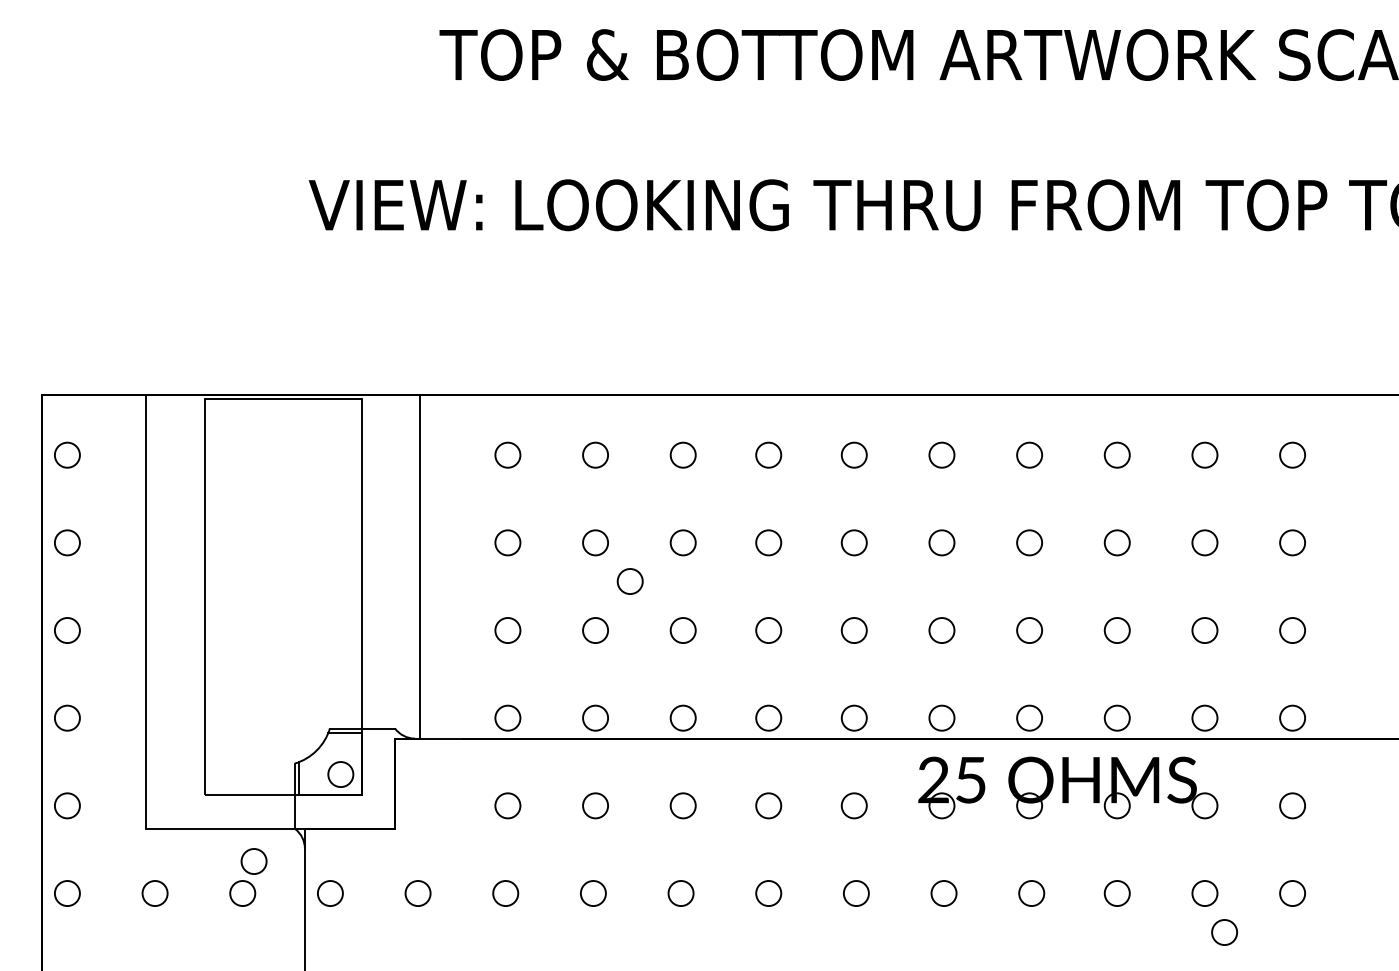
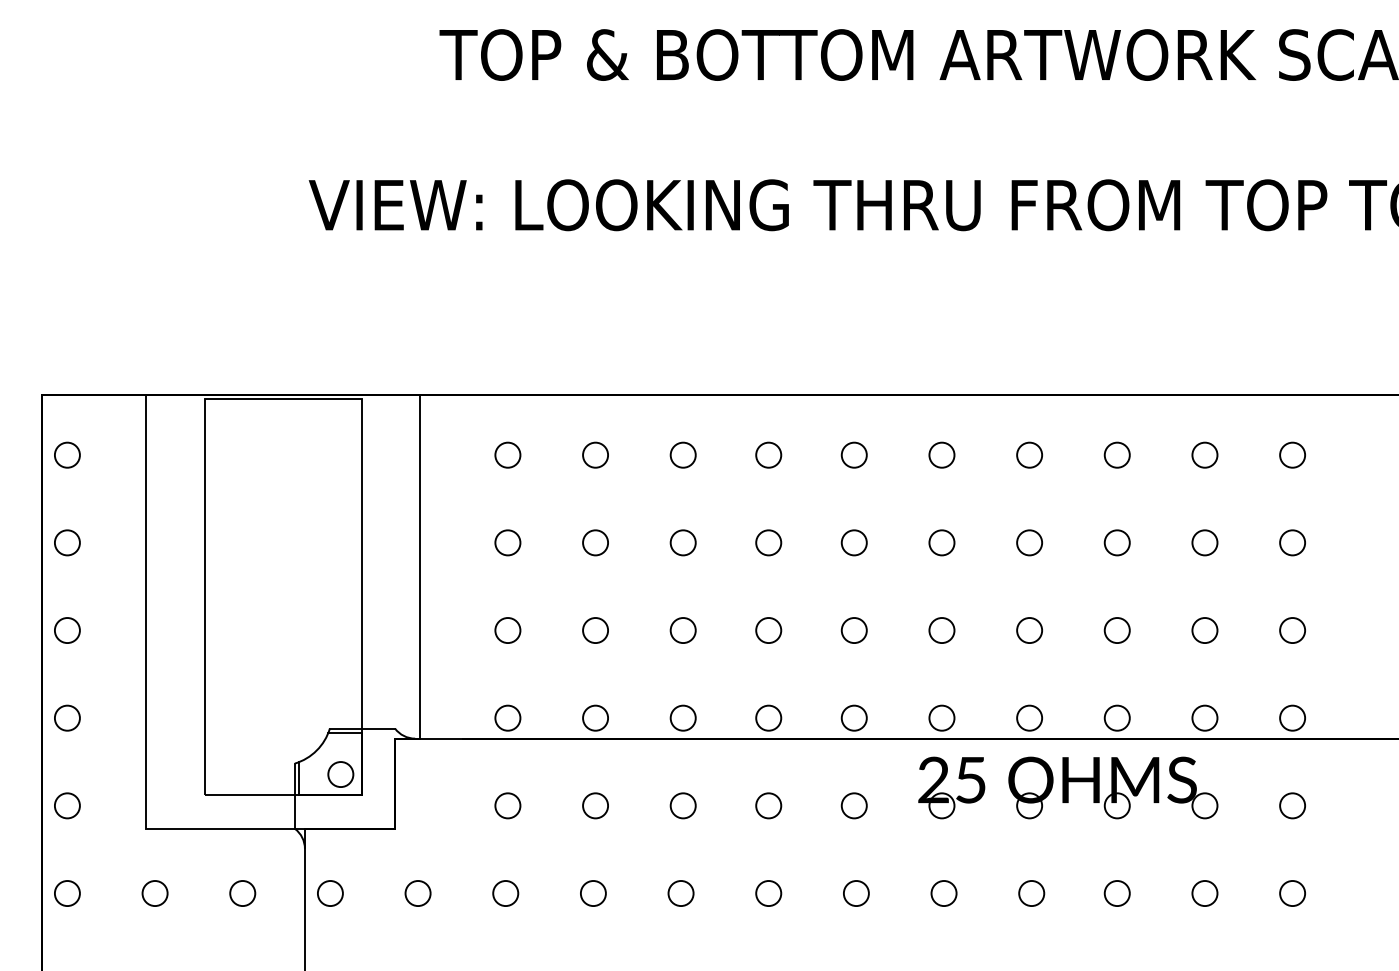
circle at (629, 581): present -> none
circle at (253, 861): present -> none
circle at (1224, 932): present -> none
